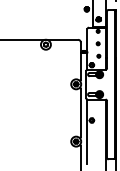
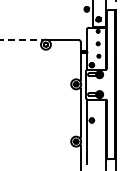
line at (23, 39): solid -> dashed
